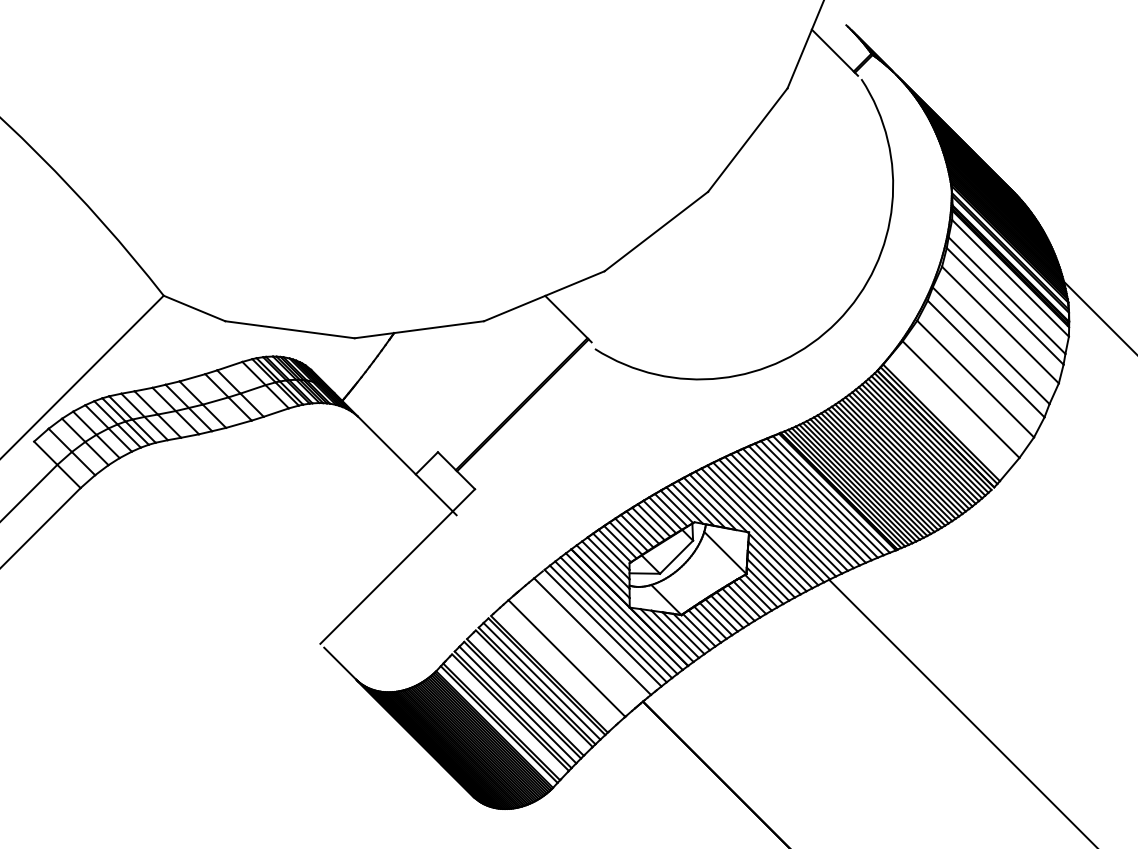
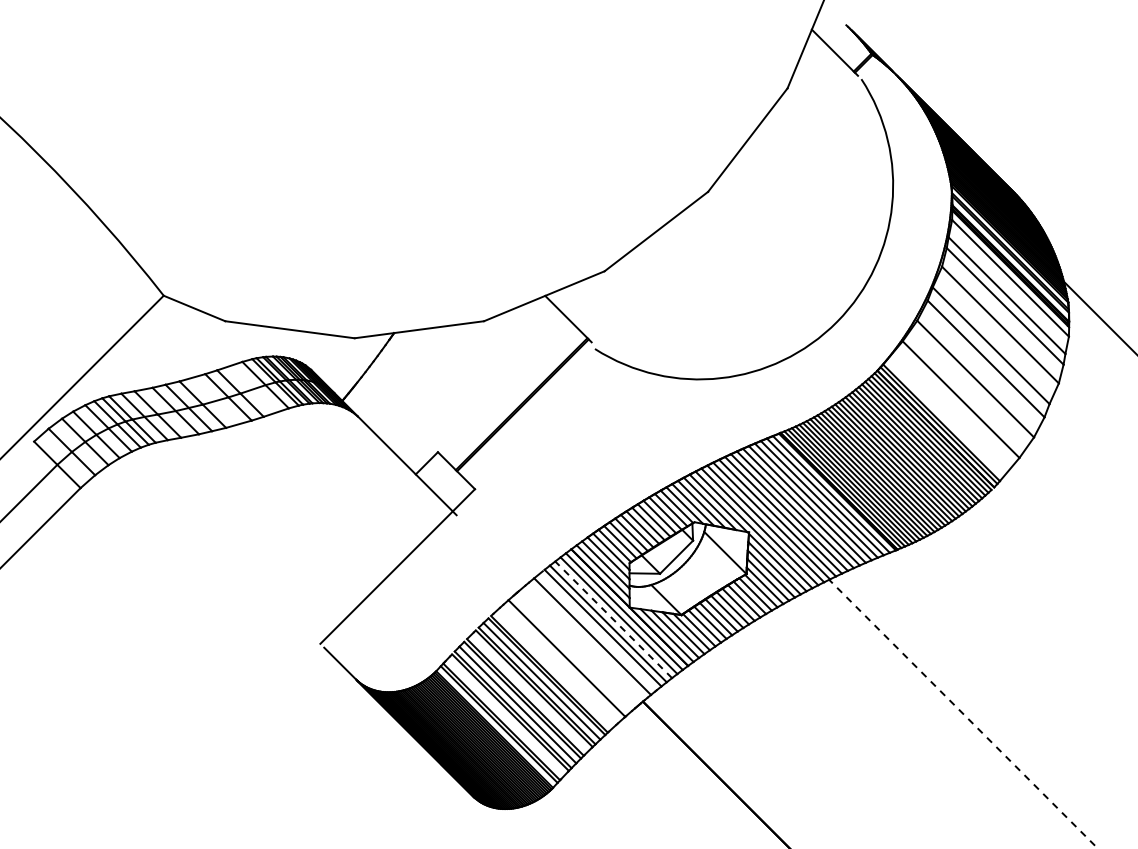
line at (613, 619): solid -> dashed
line at (963, 714): solid -> dashed
